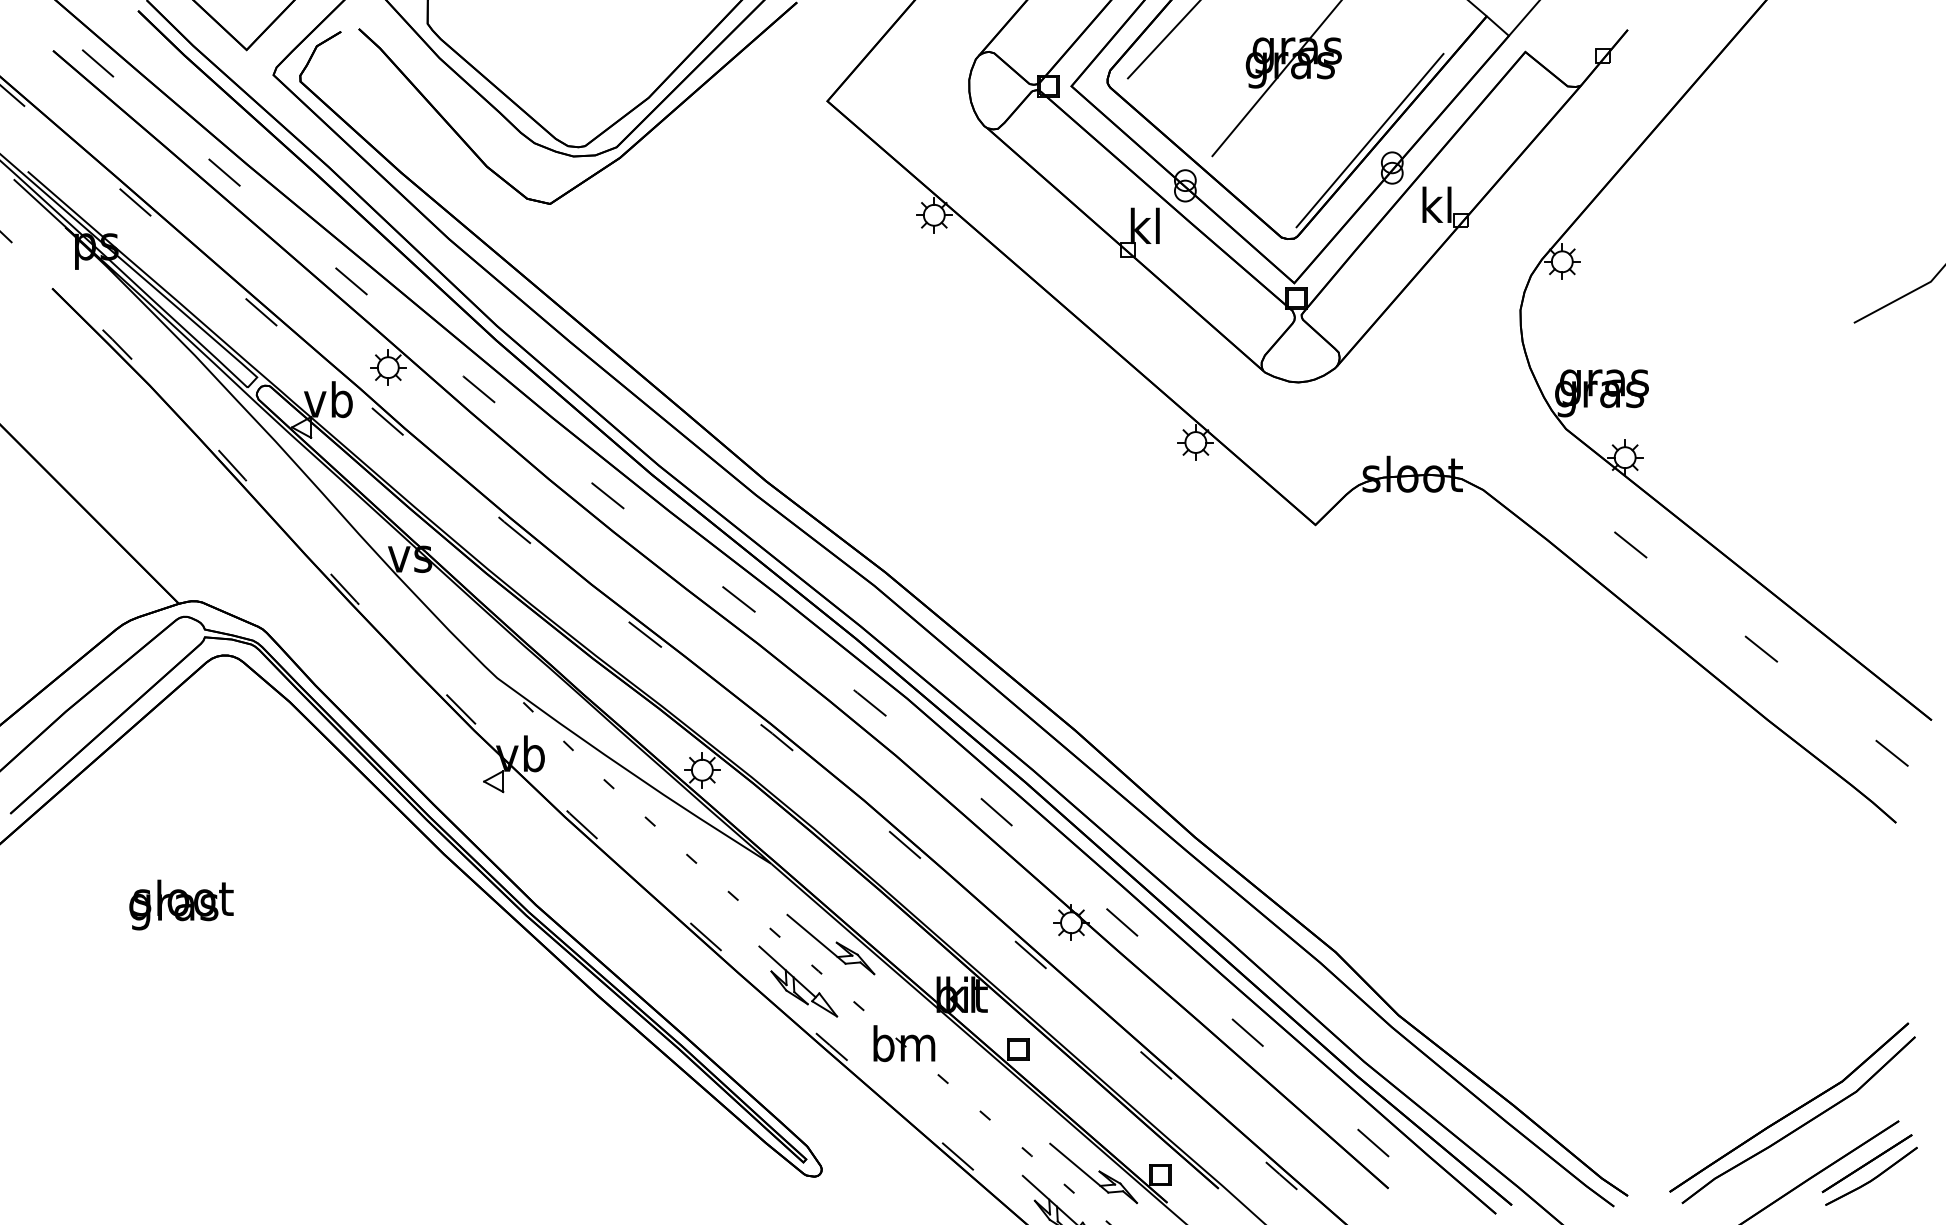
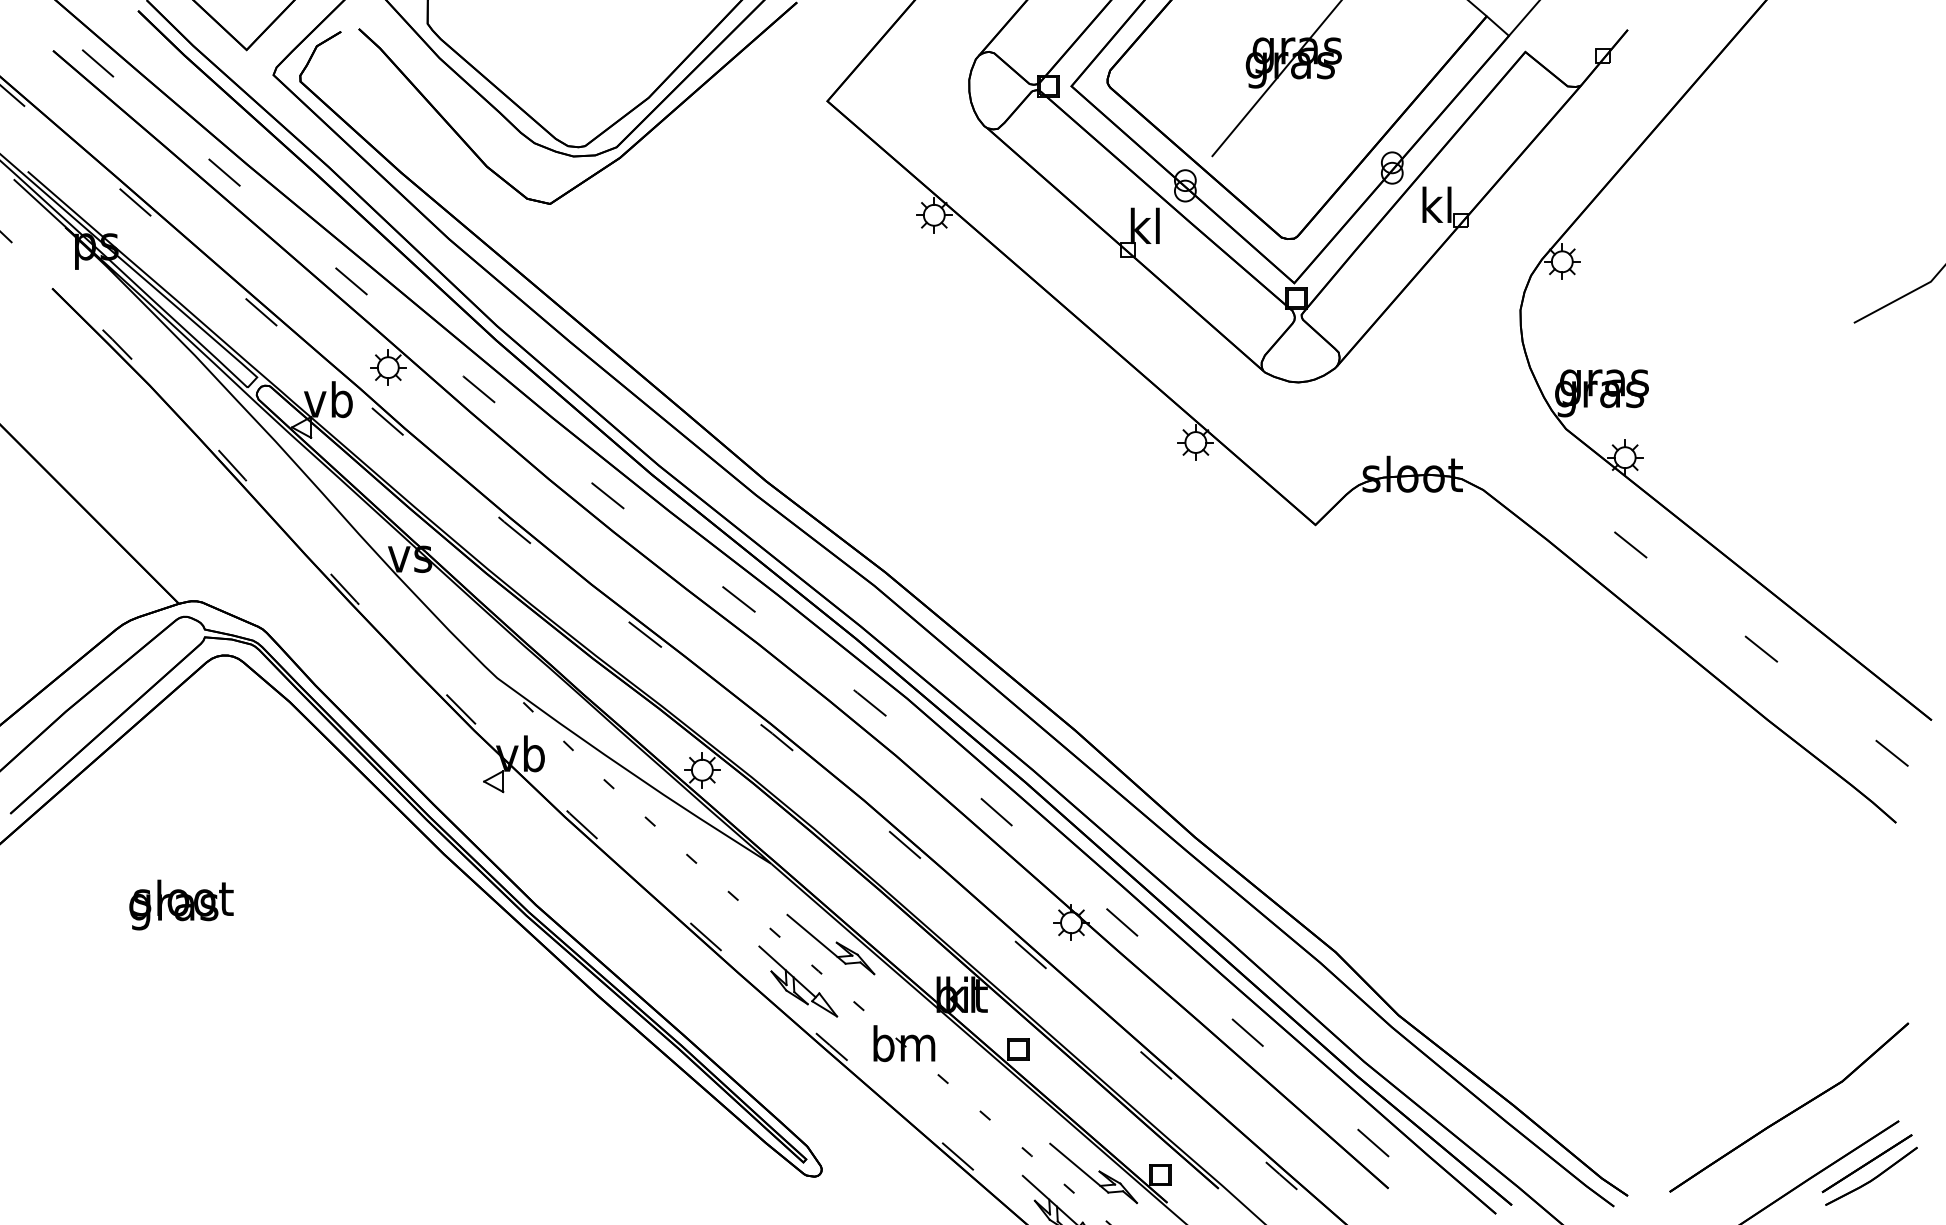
line at (1162, 40): present -> none
line at (1369, 140): present -> none
part at (1798, 1120): present -> none
